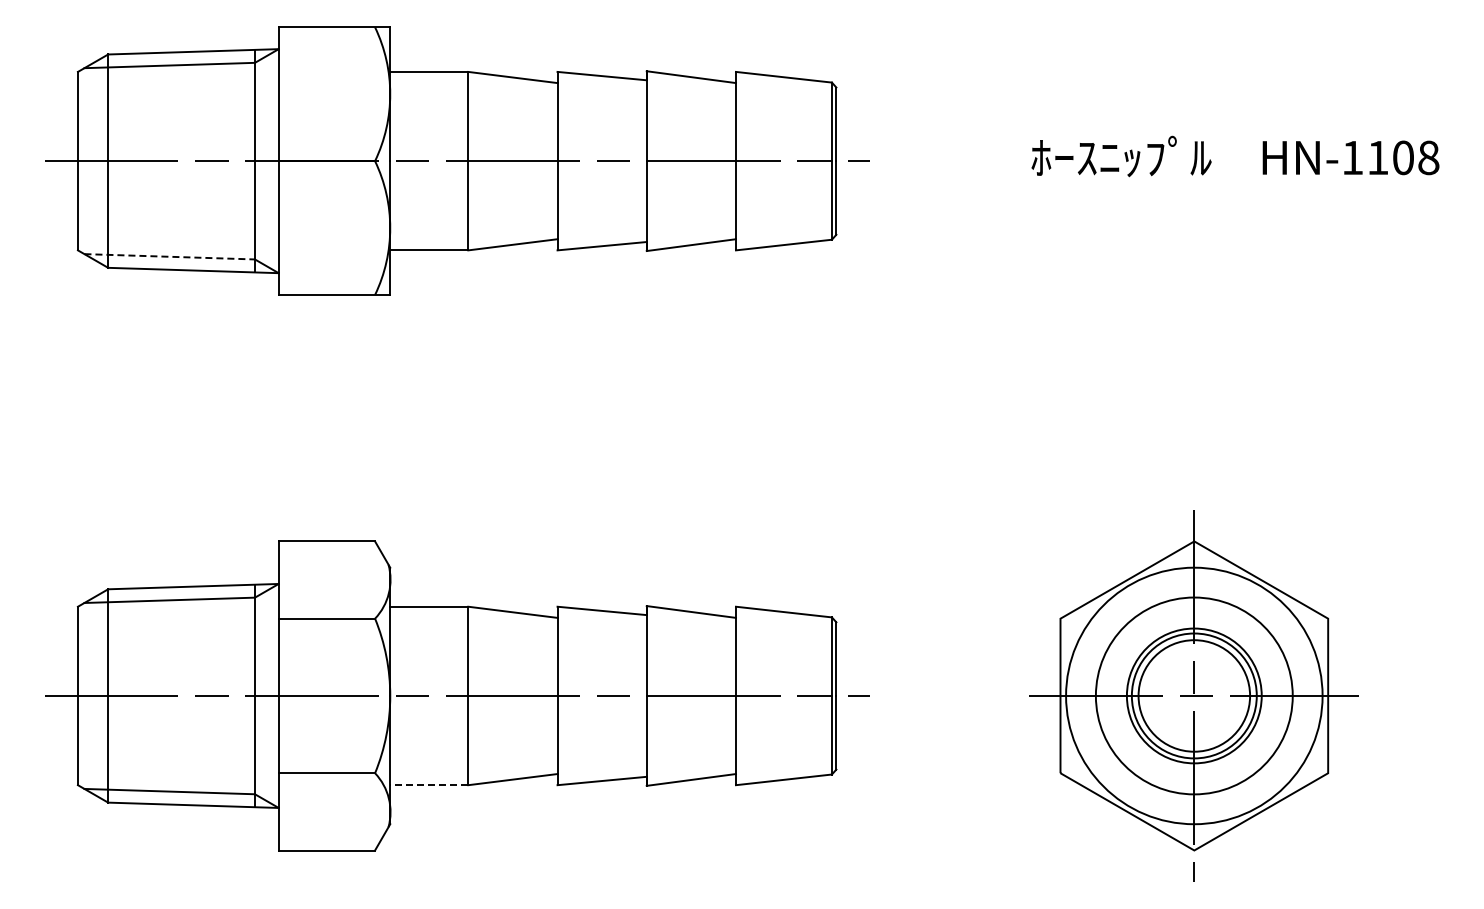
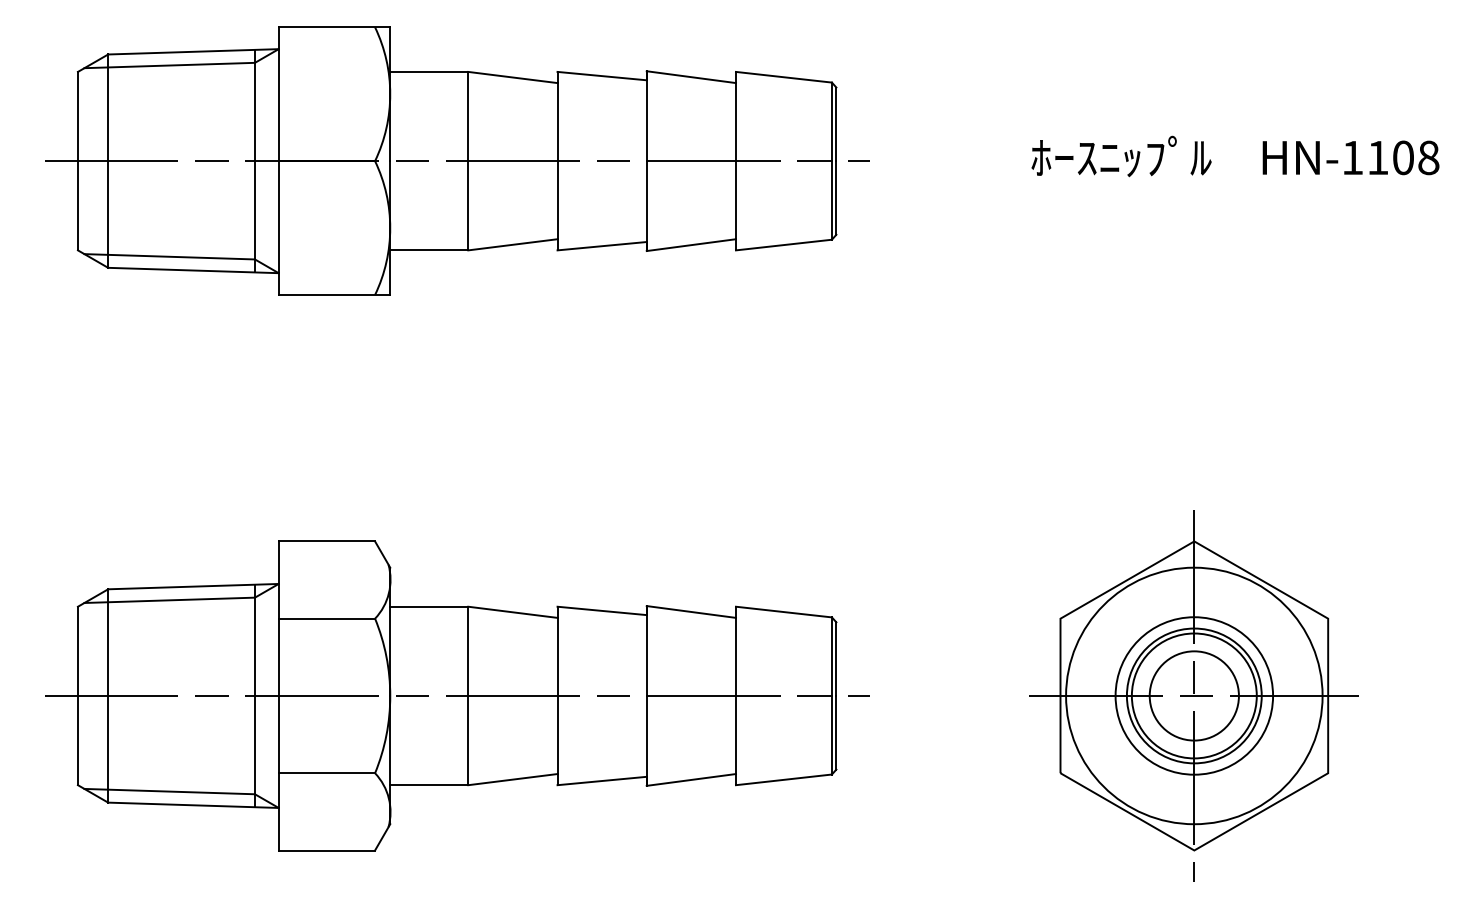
line at (170, 256): dashed -> solid
circle at (1193, 695) diameter: 197 px -> 157 px
circle at (1194, 695) diameter: 112 px -> 89 px
line at (428, 785): dashed -> solid
